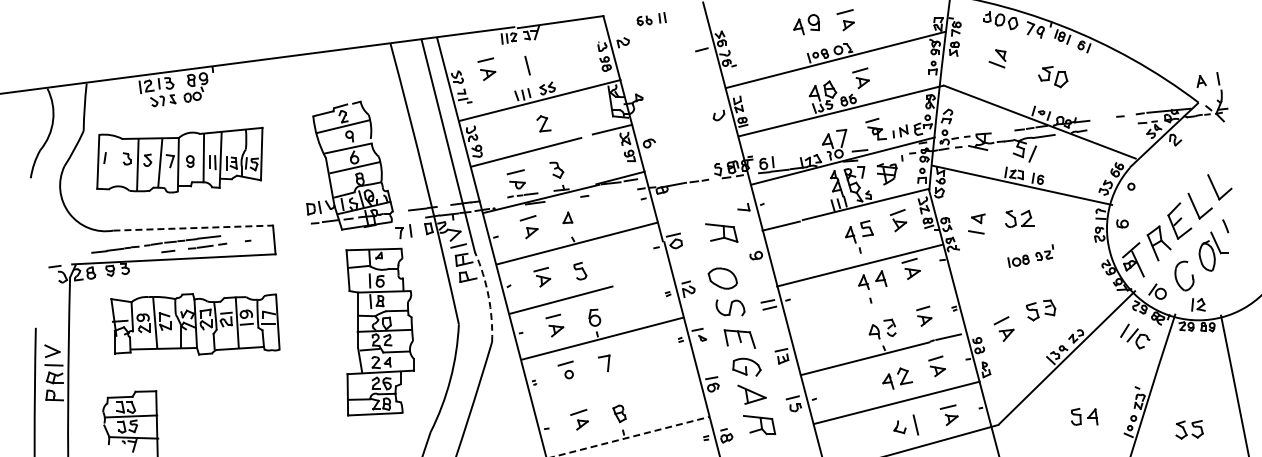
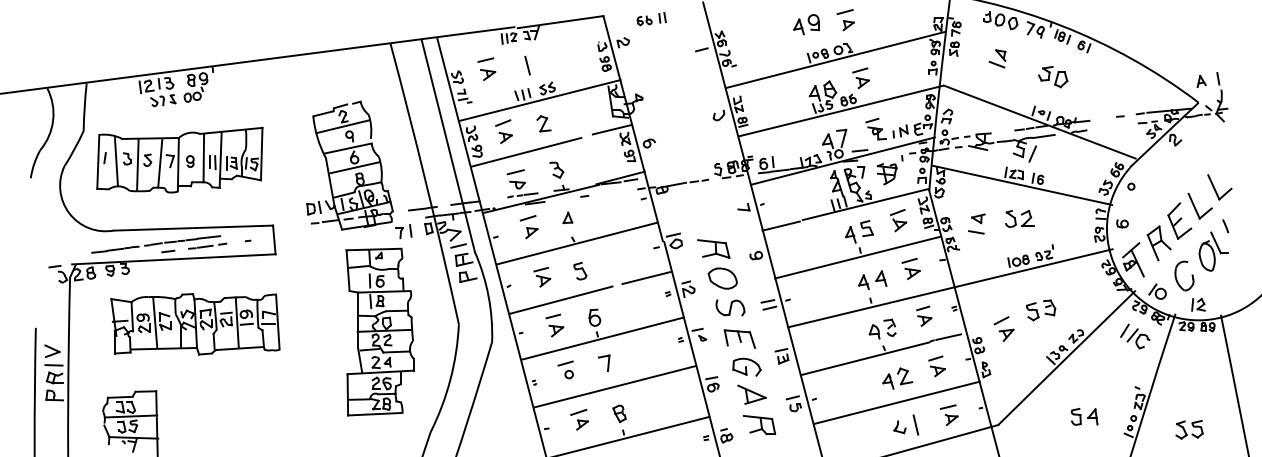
part at (503, 131): none -> present
line at (115, 161): none -> present
line at (193, 228): dashed -> solid
part at (721, 232) position: (721, 232) -> (713, 248)
line at (859, 265) position: (859, 265) -> (857, 257)
line at (646, 277): none -> present
line at (950, 288): none -> present
arc at (488, 296): dashed -> solid
line at (614, 386): none -> present
line at (631, 436): dashed -> solid
